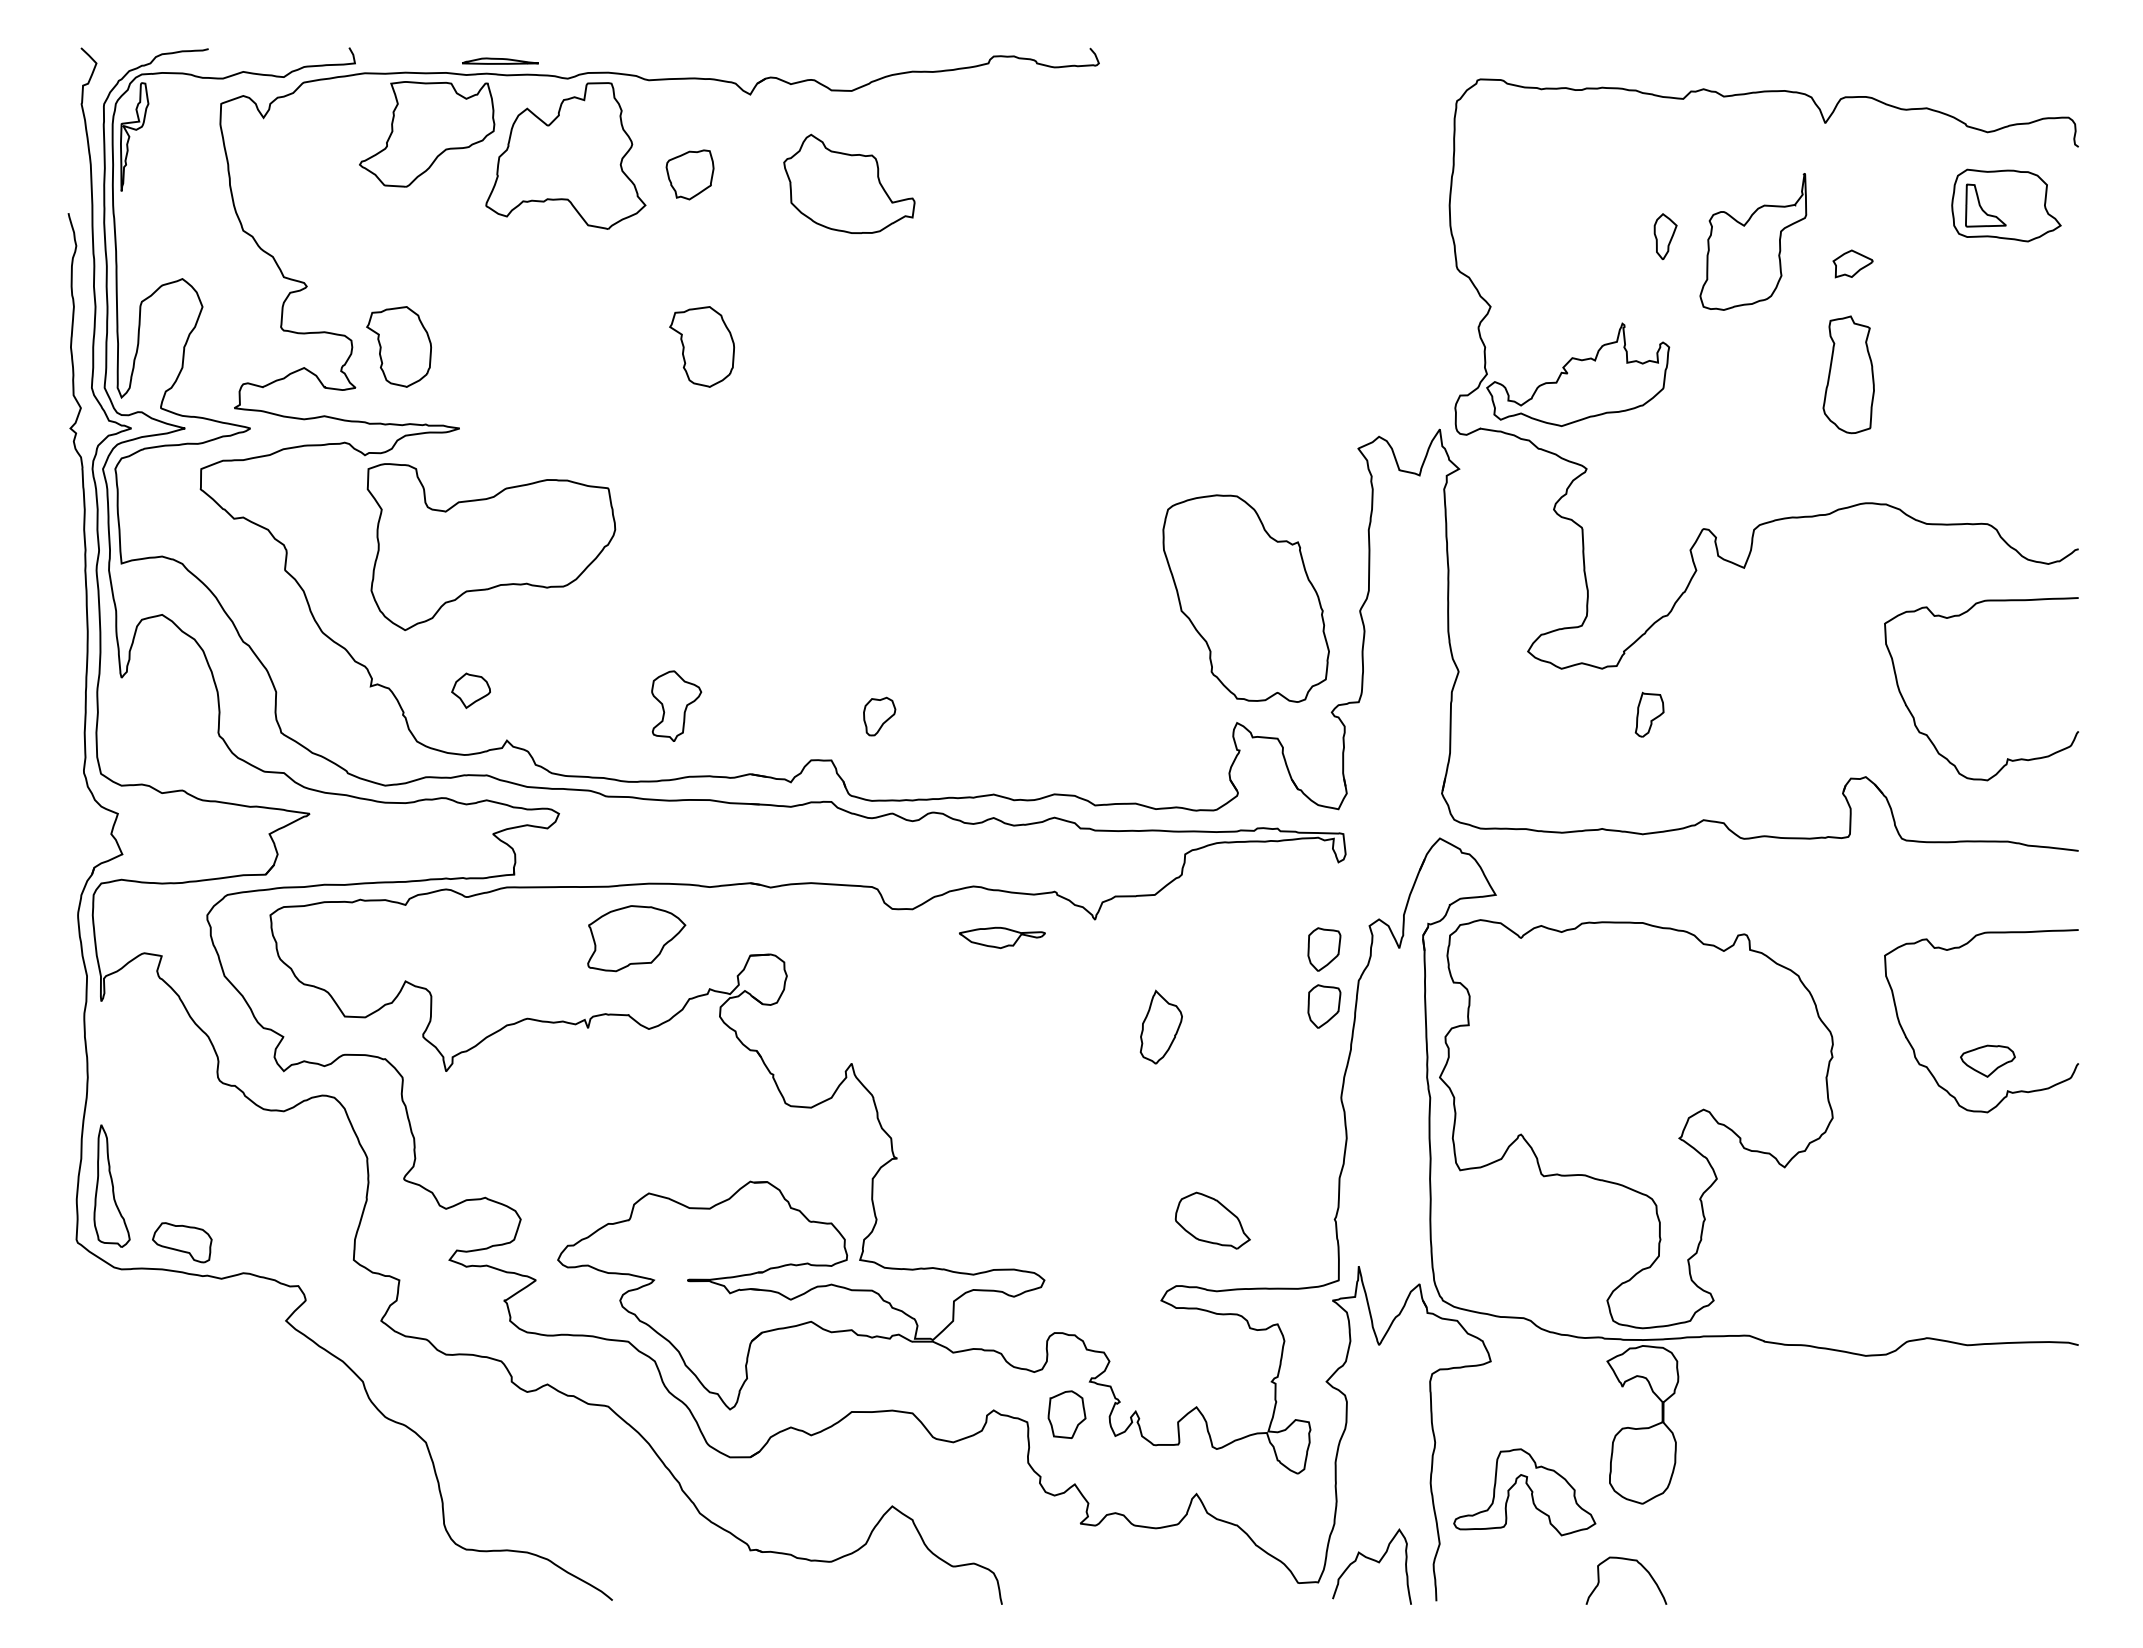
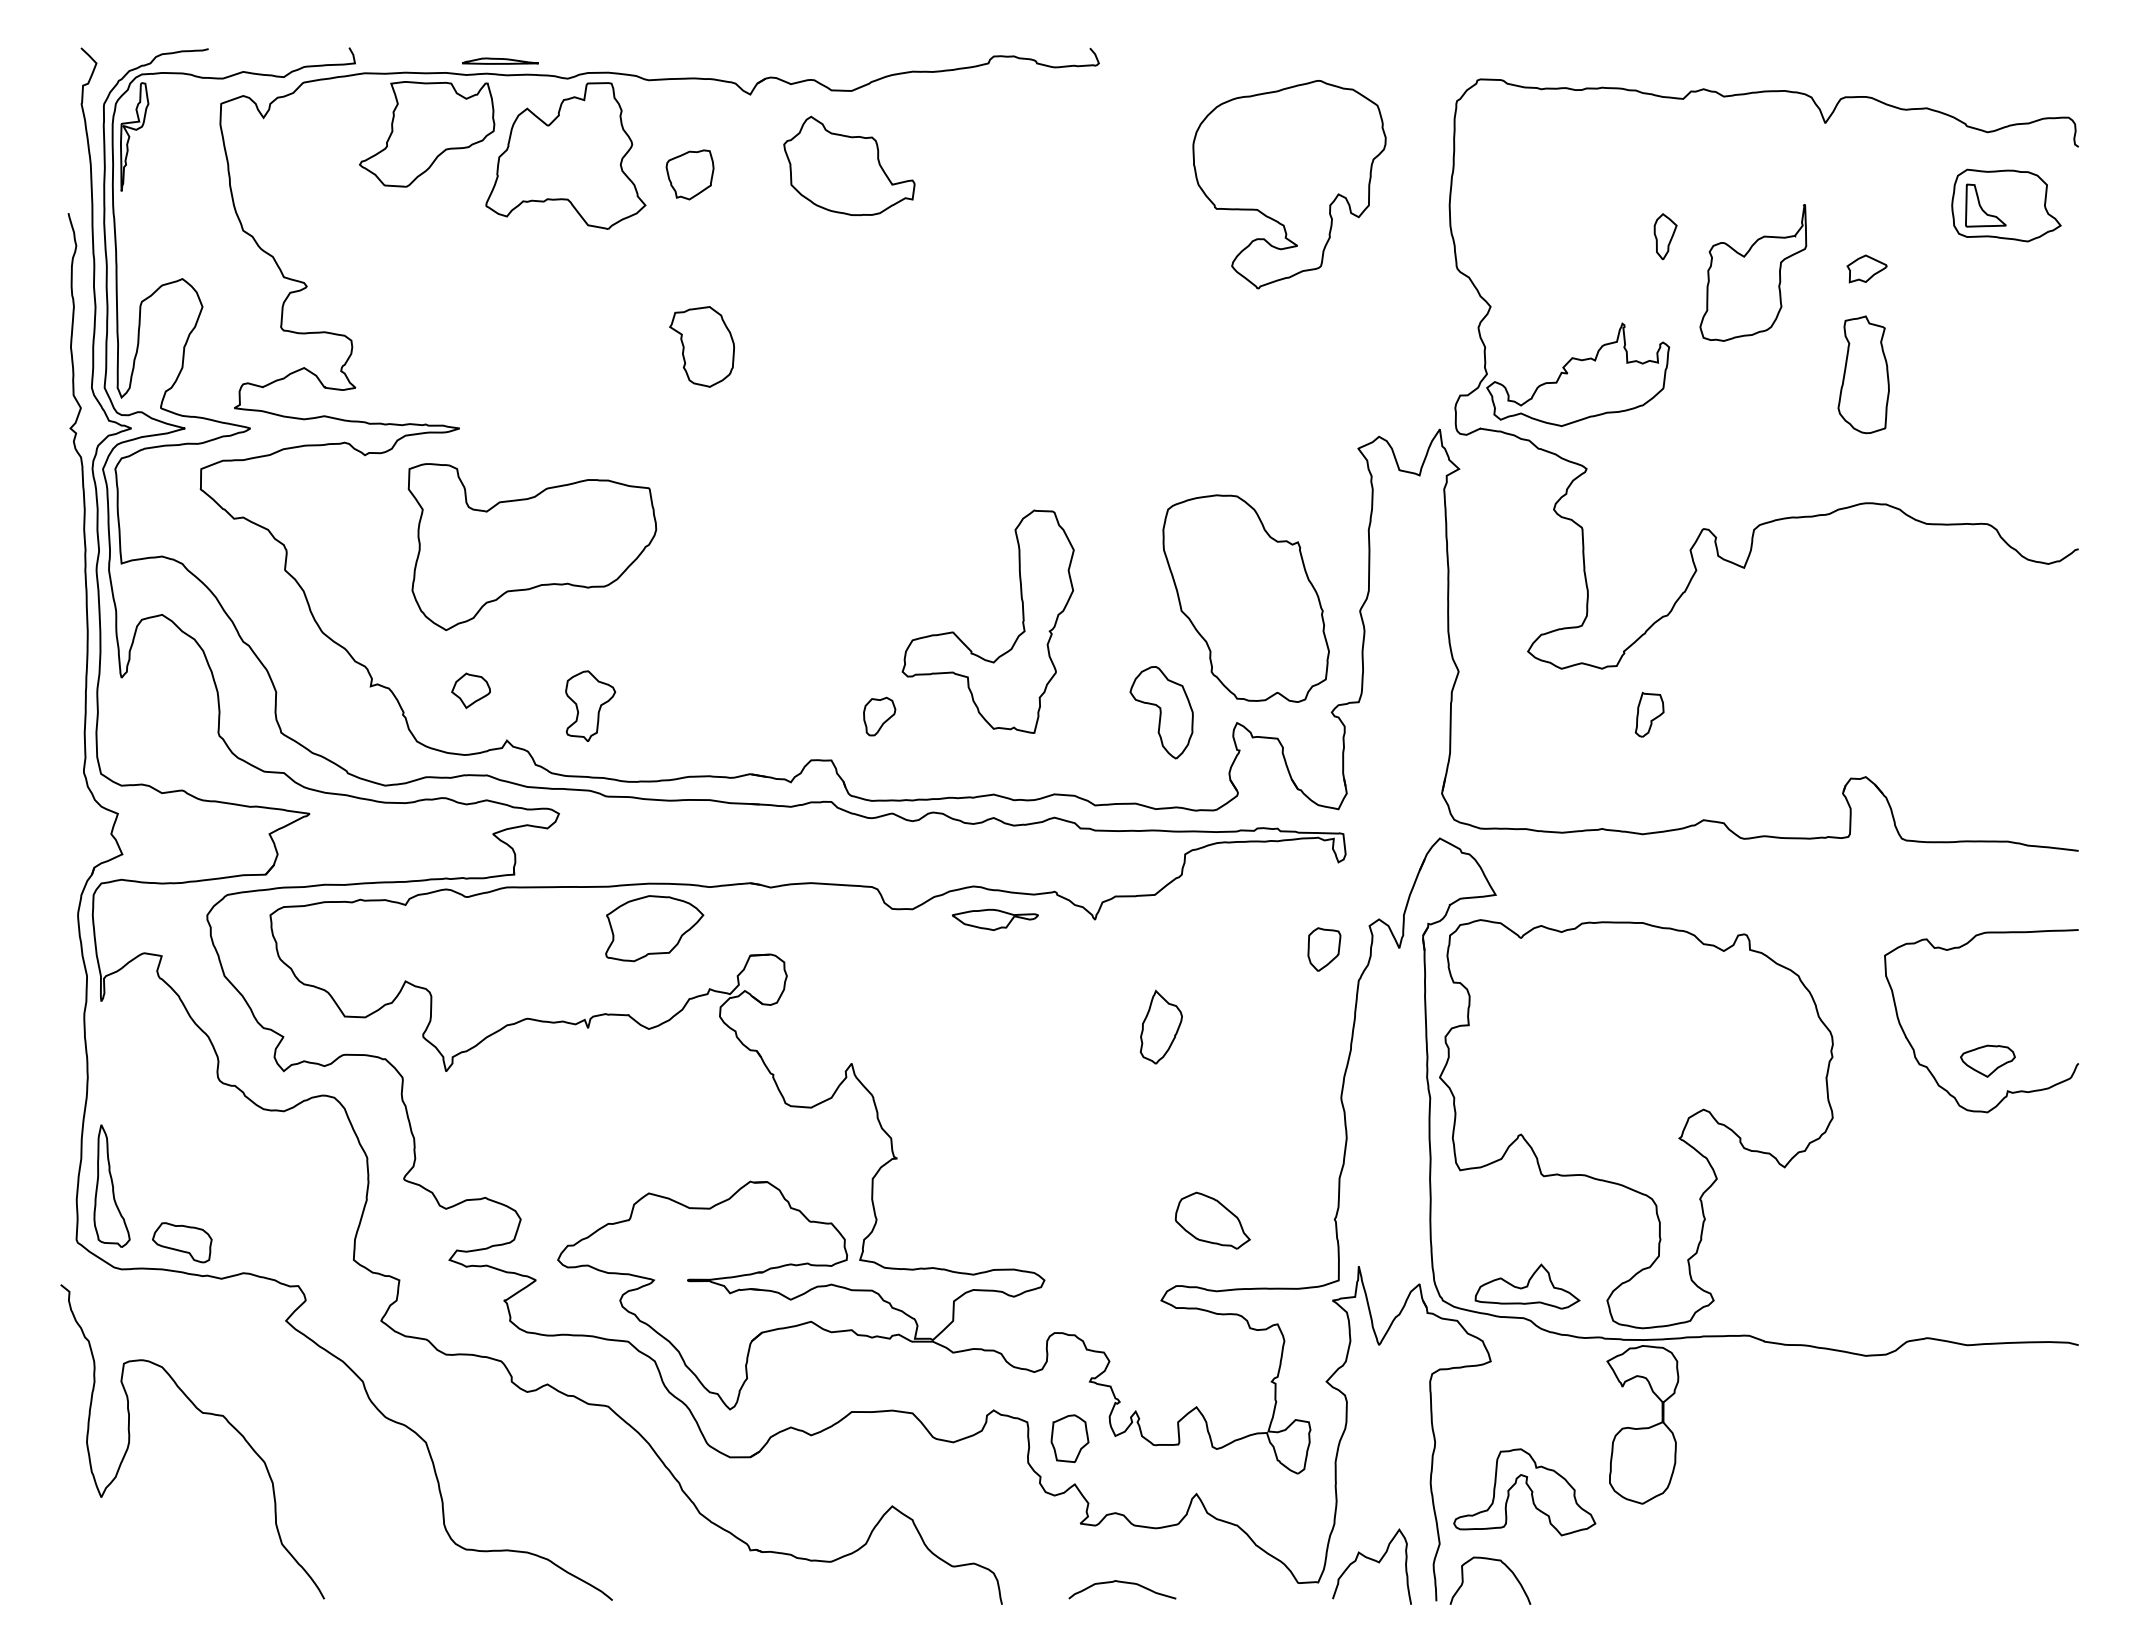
part at (849, 183) position: (849, 183) -> (849, 165)
part at (1289, 184): none -> present
part at (1753, 241) position: (1753, 241) -> (1753, 272)
part at (1852, 263) position: (1852, 263) -> (1866, 268)
part at (398, 346): present -> none
part at (1848, 374) position: (1848, 374) -> (1863, 374)
part at (491, 547) position: (491, 547) -> (532, 547)
part at (962, 640): none -> present
part at (676, 705) position: (676, 705) -> (590, 705)
part at (1161, 712): none -> present
curve at (1928, 735): present -> none
part at (1002, 937) position: (1002, 937) -> (995, 919)
part at (636, 938) position: (636, 938) -> (654, 928)
part at (1324, 1006): present -> none
part at (1527, 1286): none -> present
curve at (201, 1413): none -> present
part at (1066, 1414) position: (1066, 1414) -> (1069, 1438)
curve at (1627, 1560) position: (1627, 1560) -> (1491, 1560)
curve at (1123, 1583): none -> present
